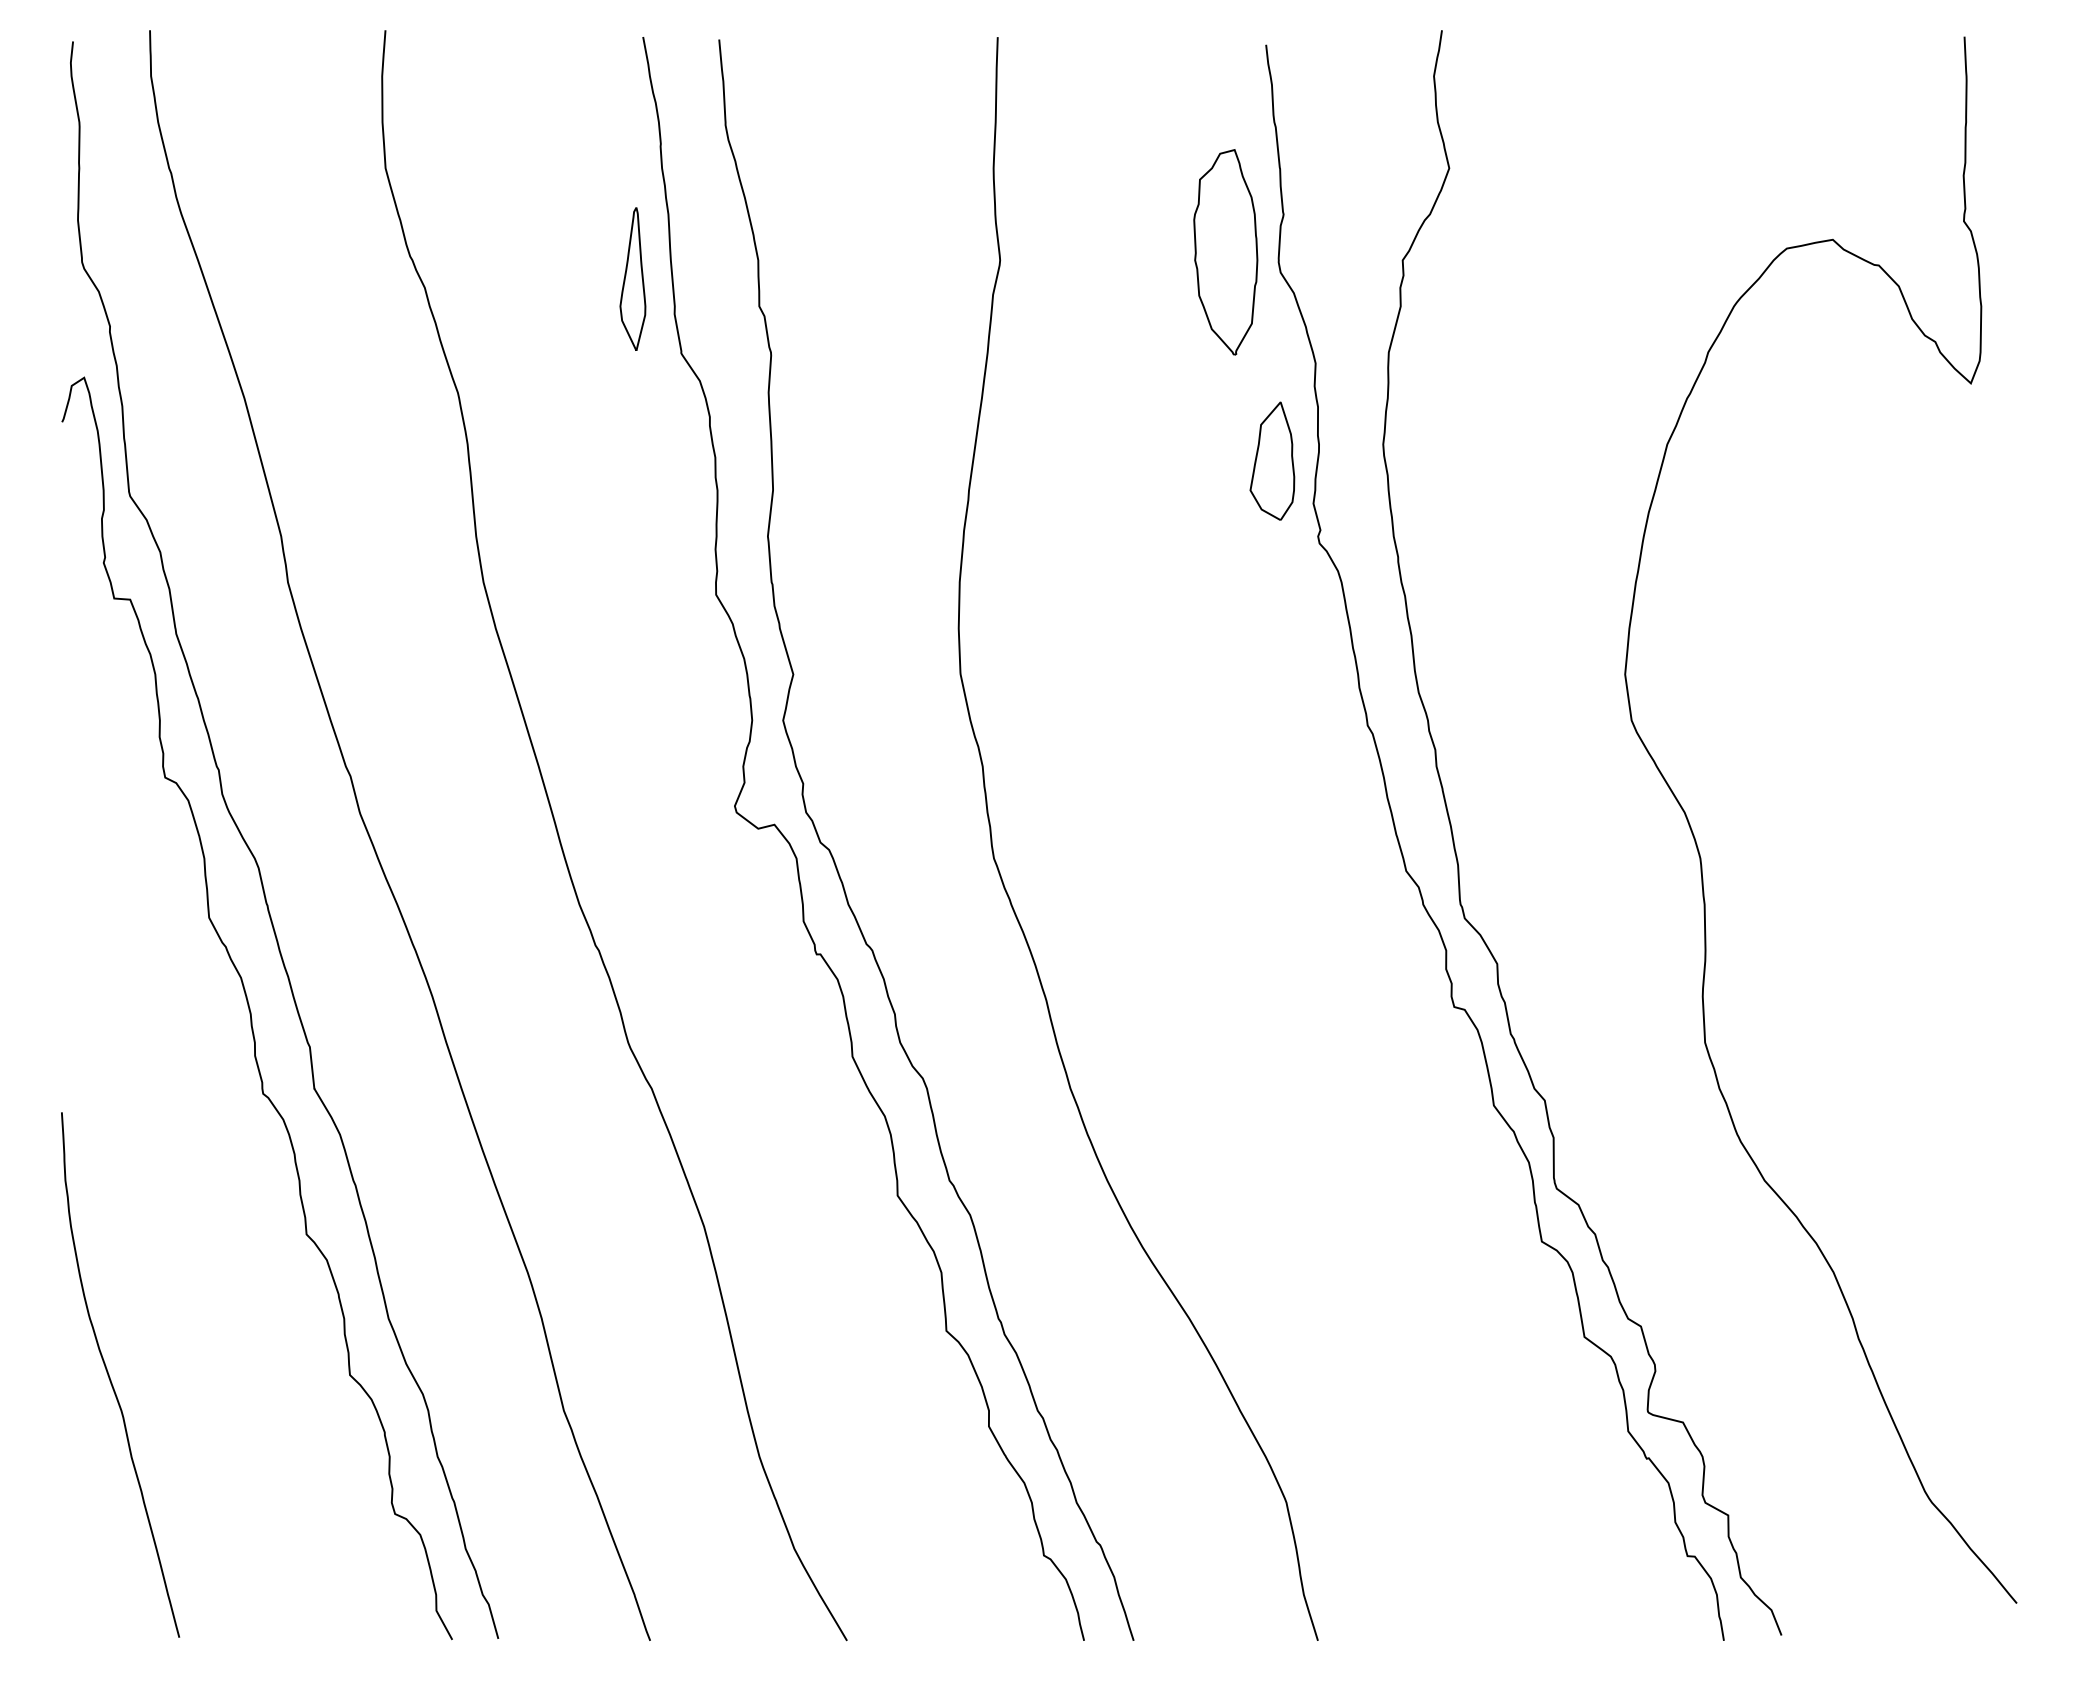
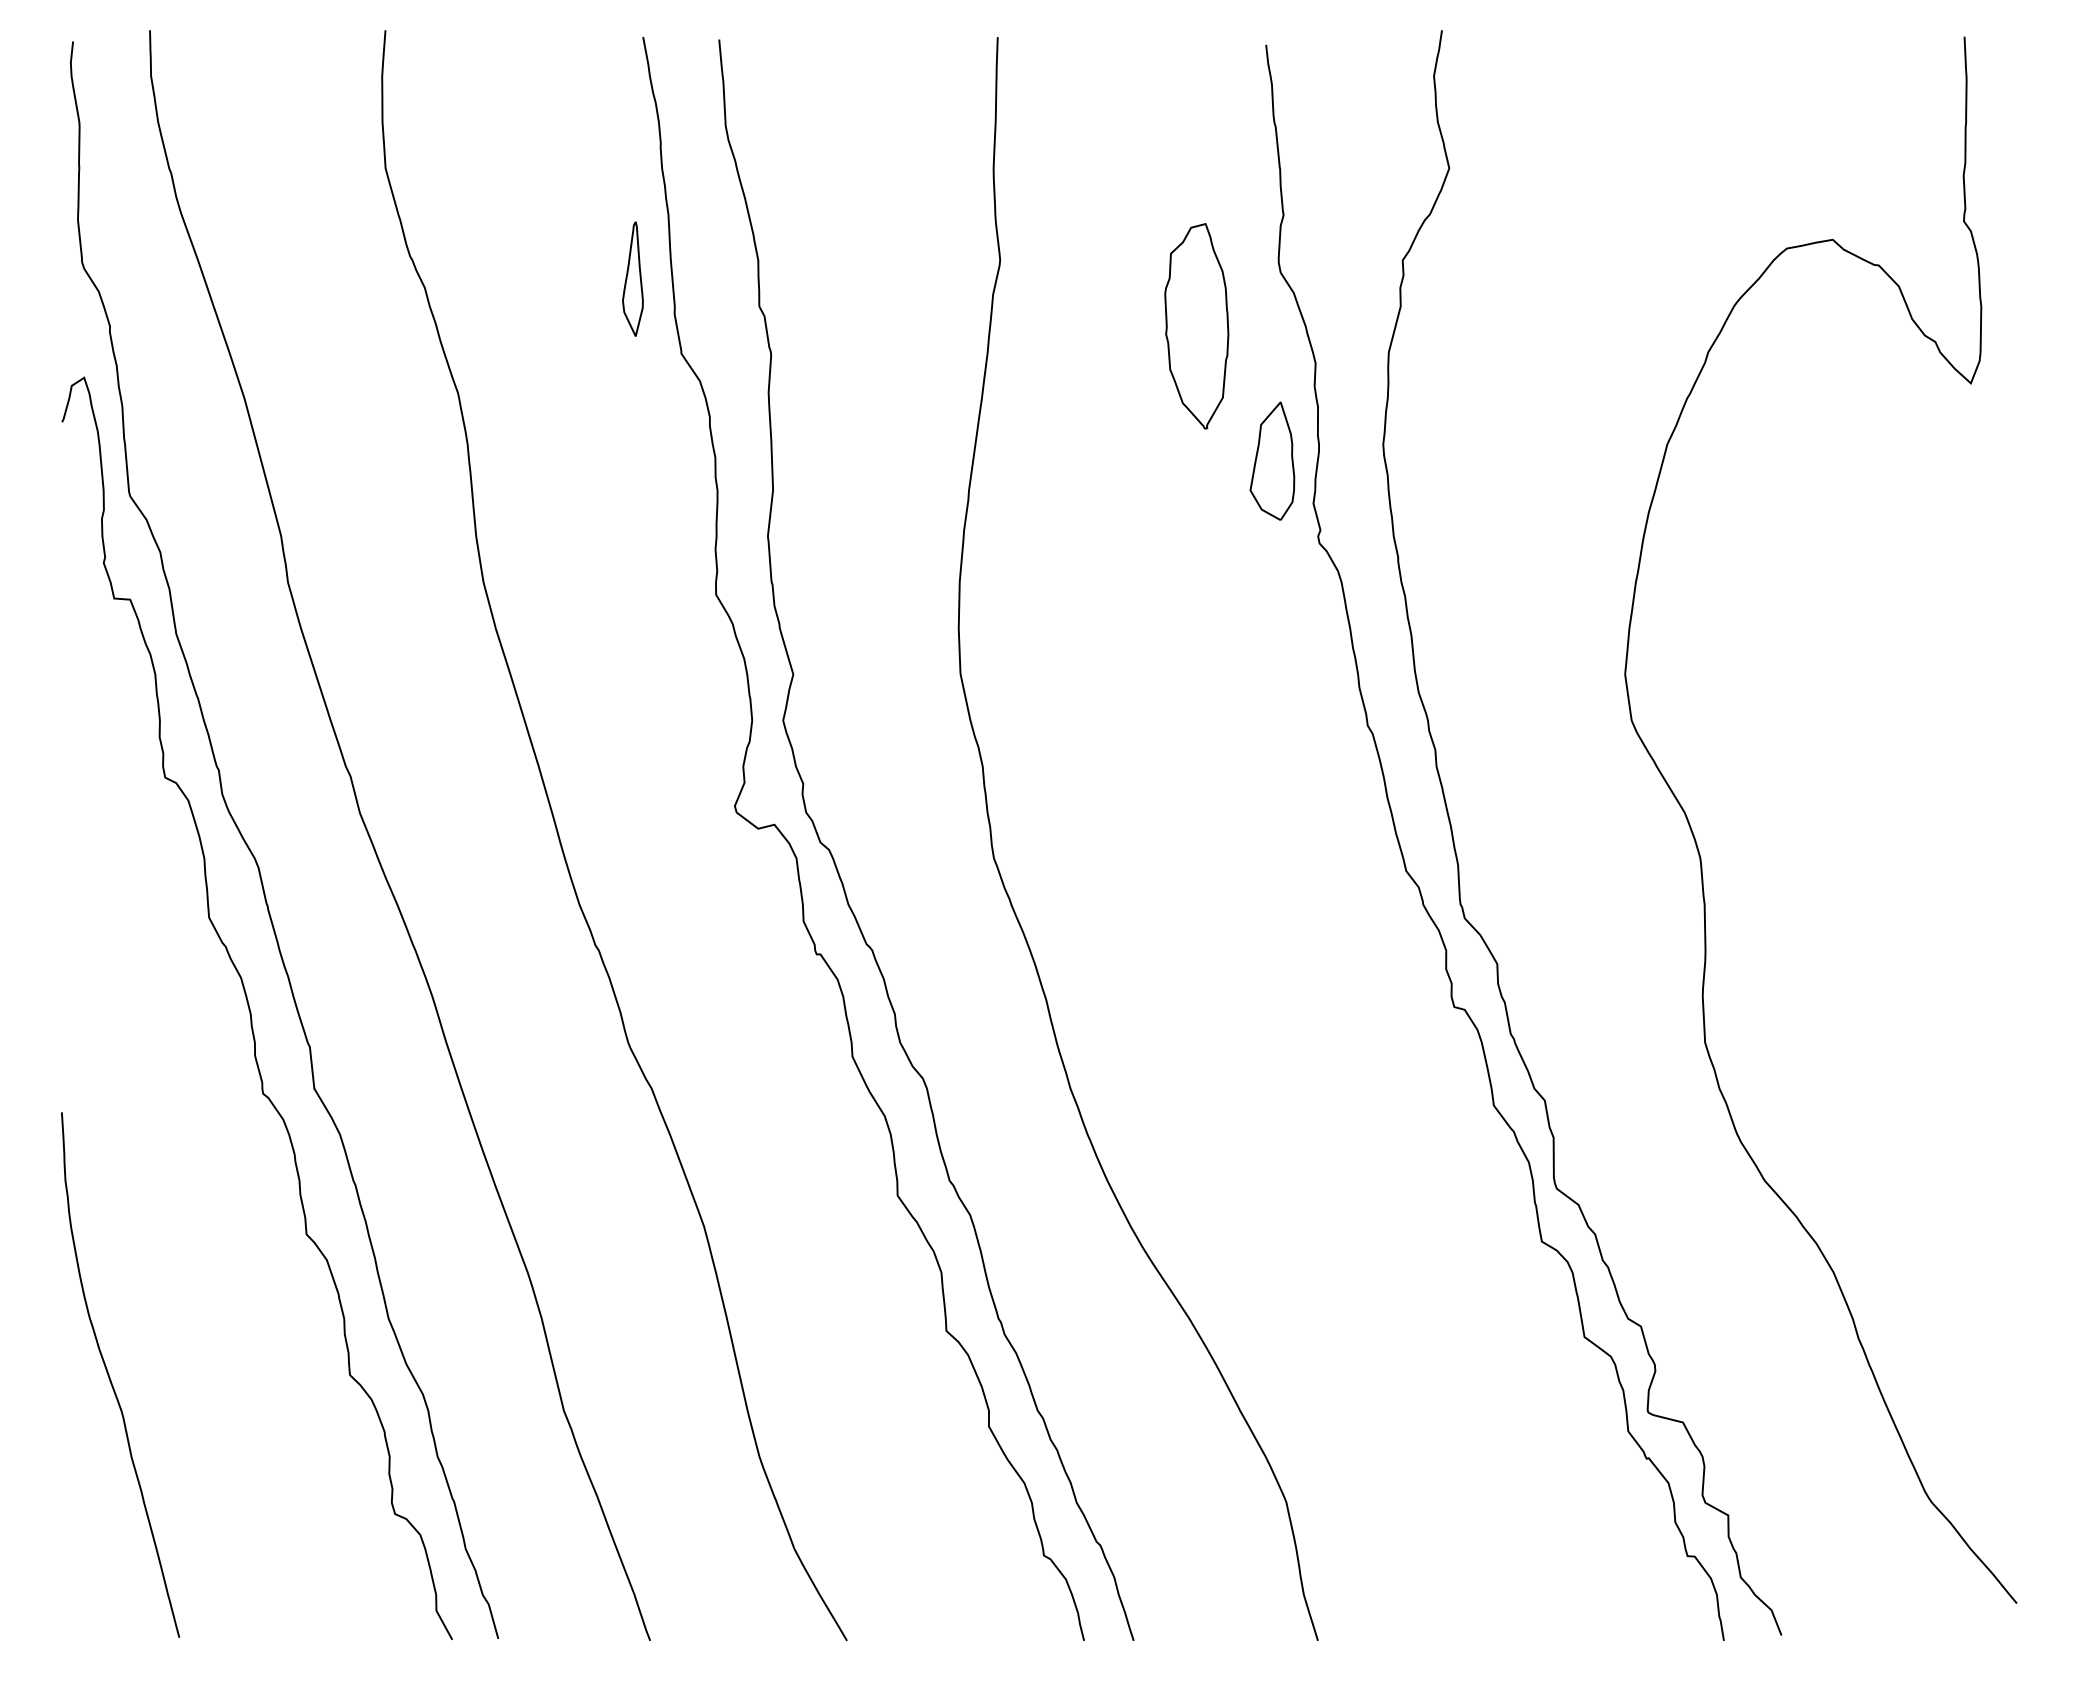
part at (1225, 252) position: (1225, 252) -> (1196, 326)
part at (632, 278) size: 28x144 px -> 22x116 px
